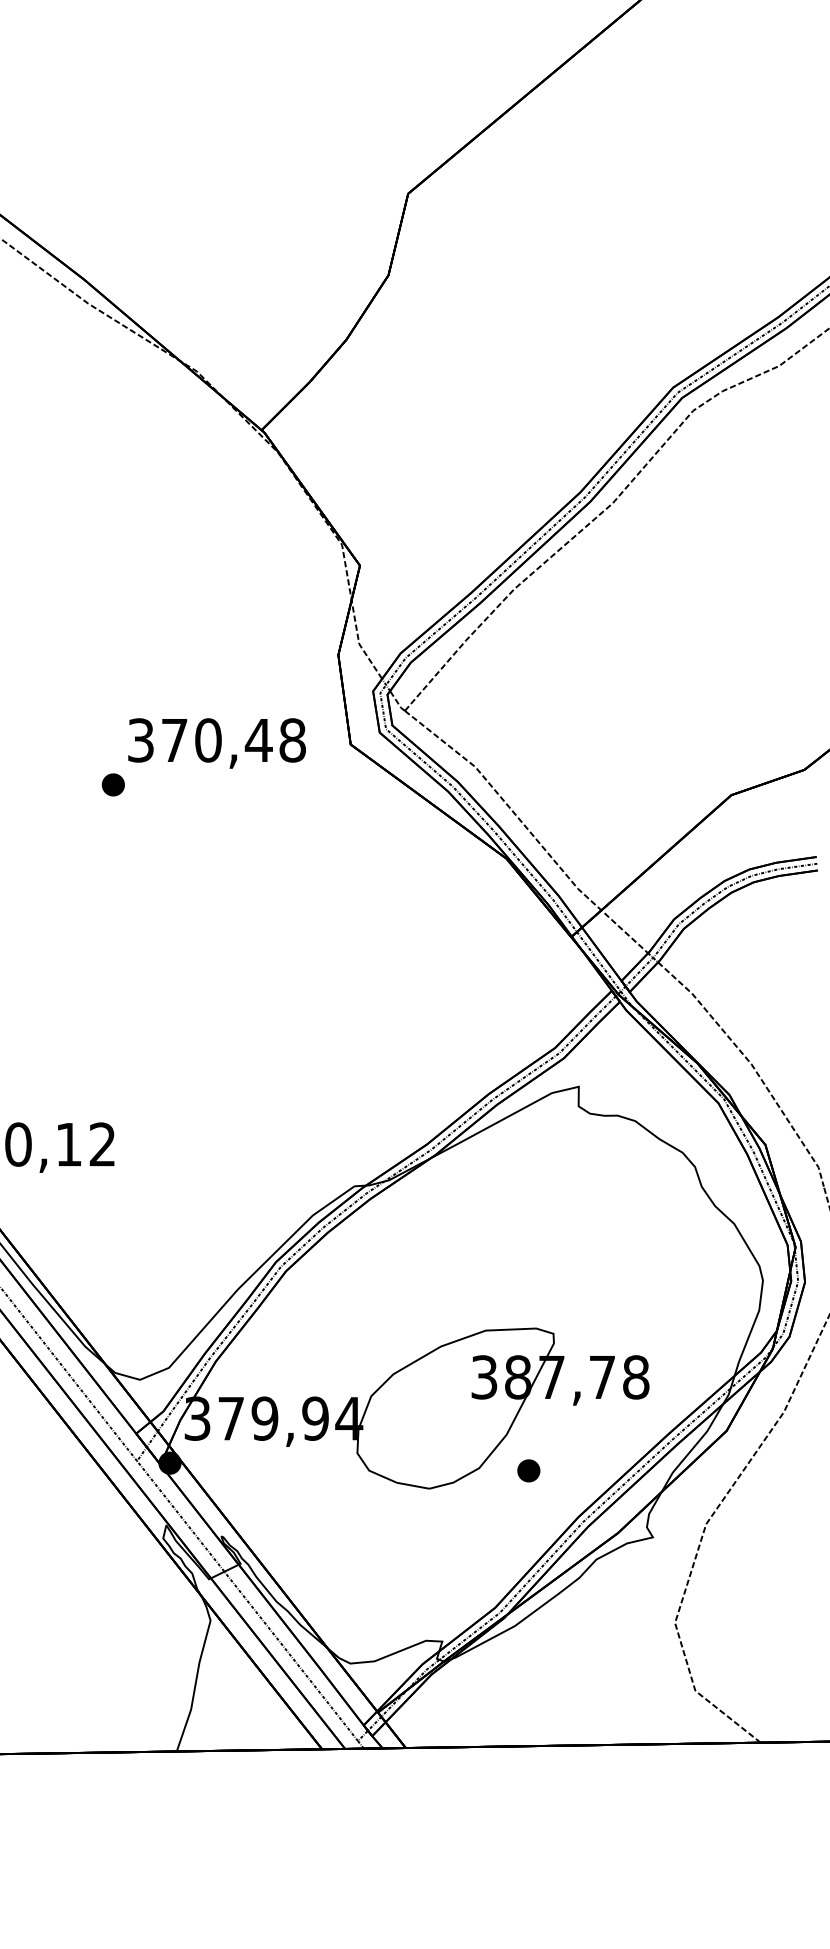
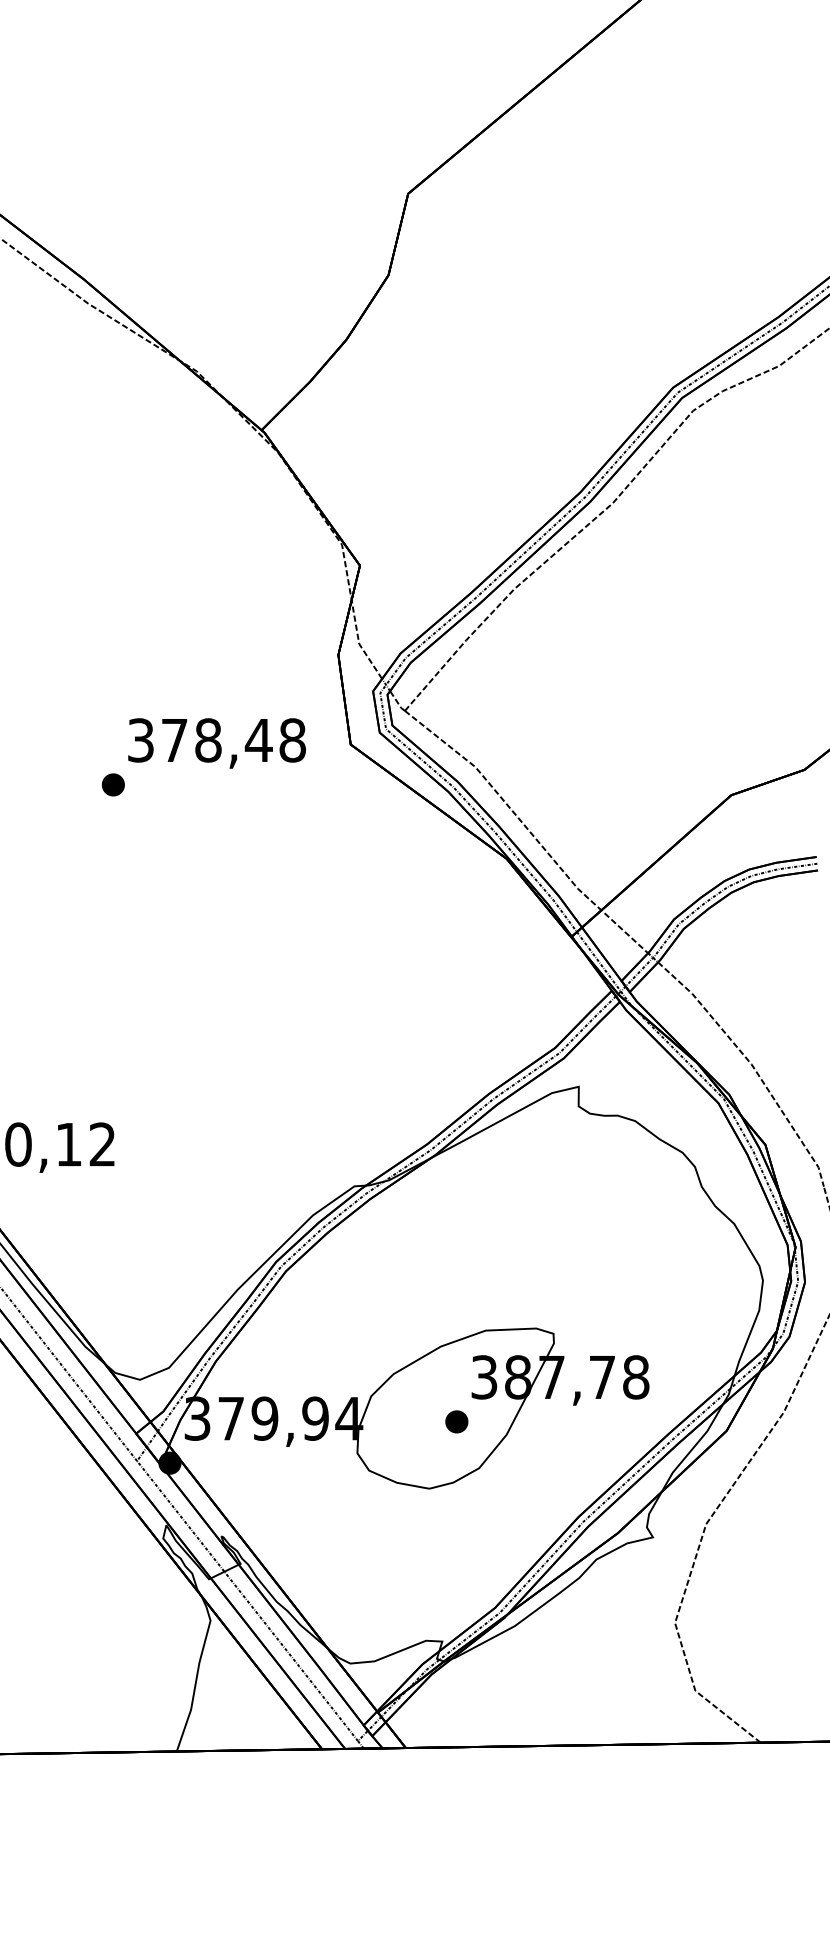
text at (208, 740): 370,48 -> 378,48
part at (528, 1470) position: (528, 1470) -> (456, 1421)
